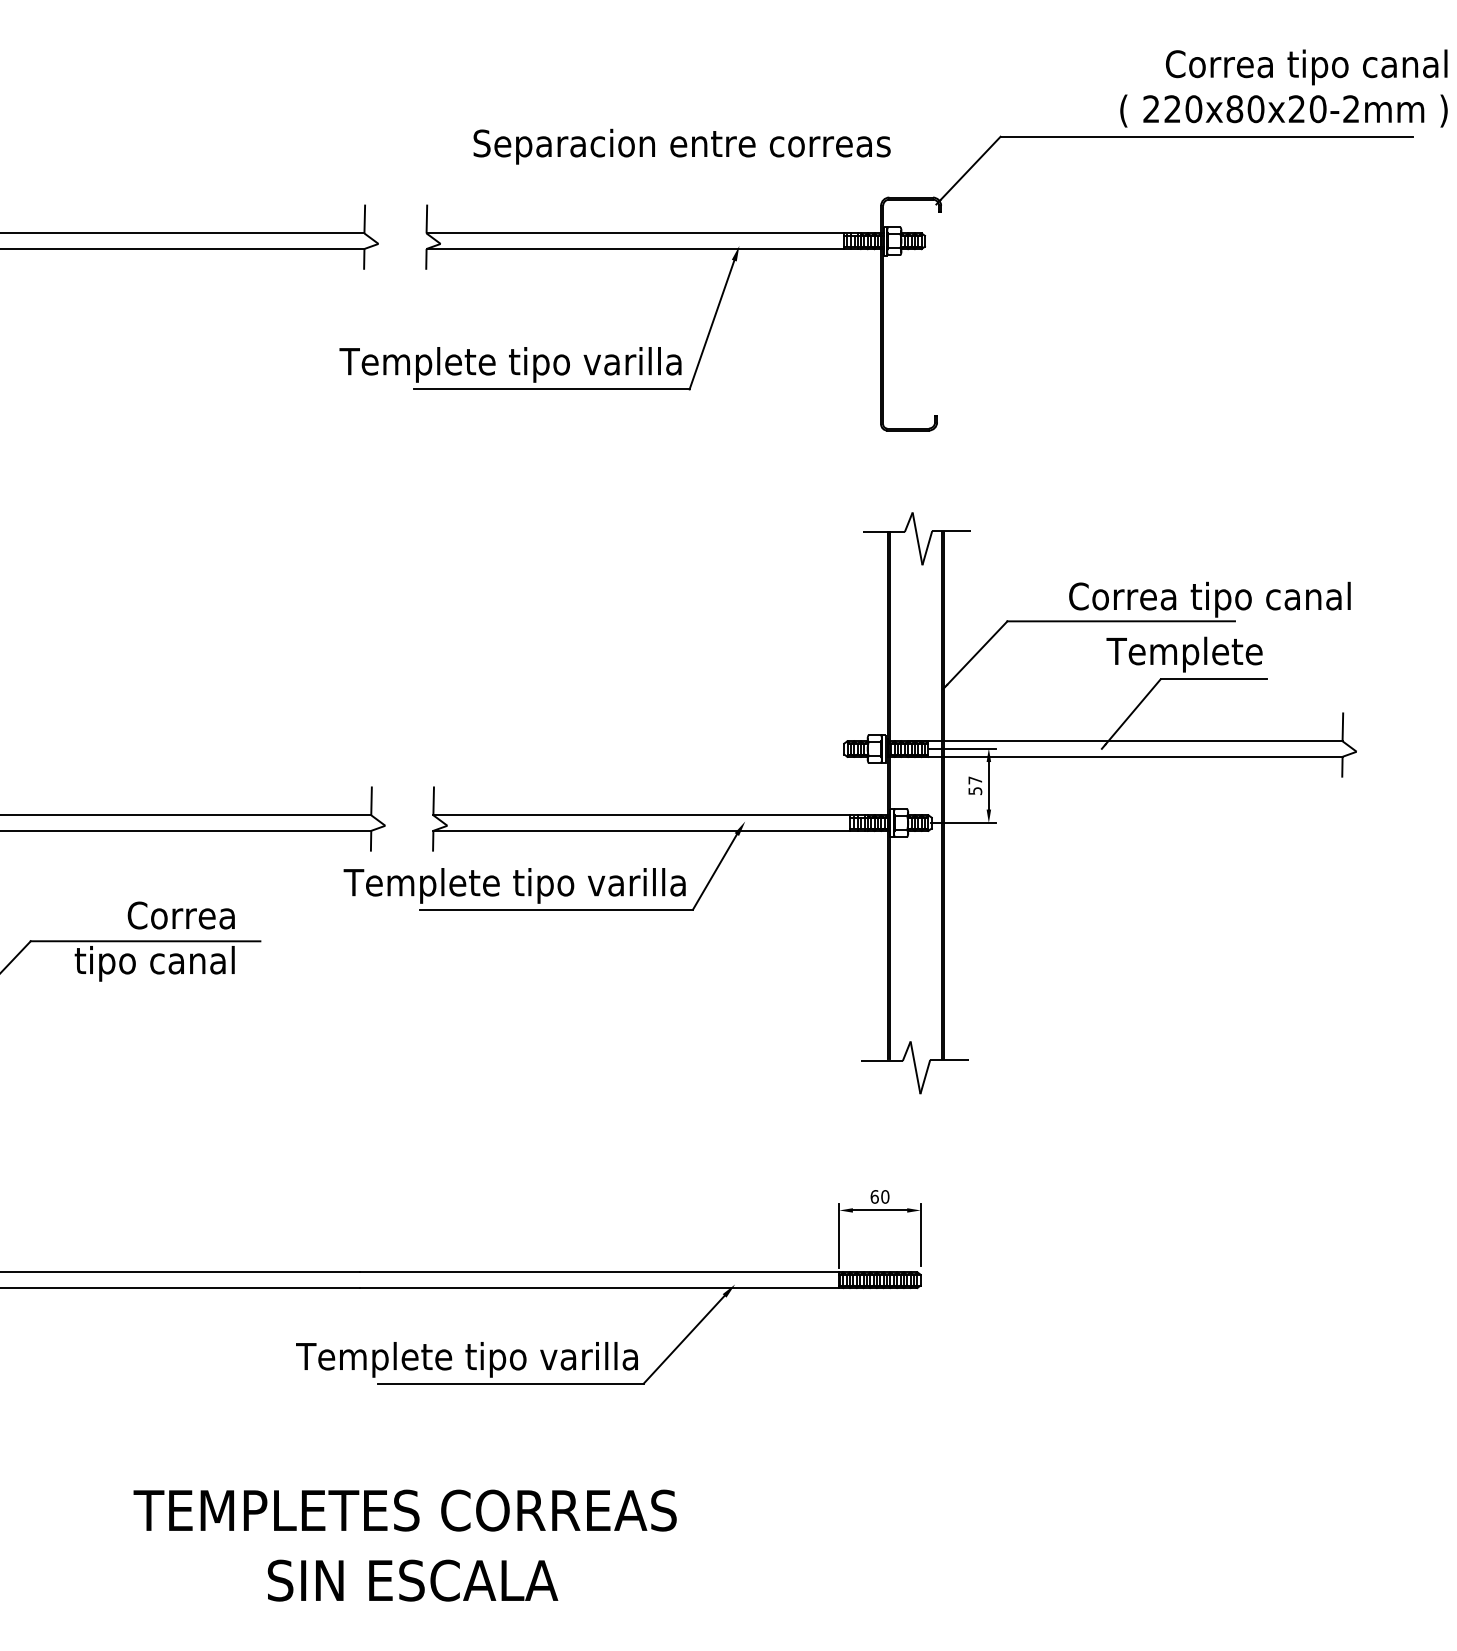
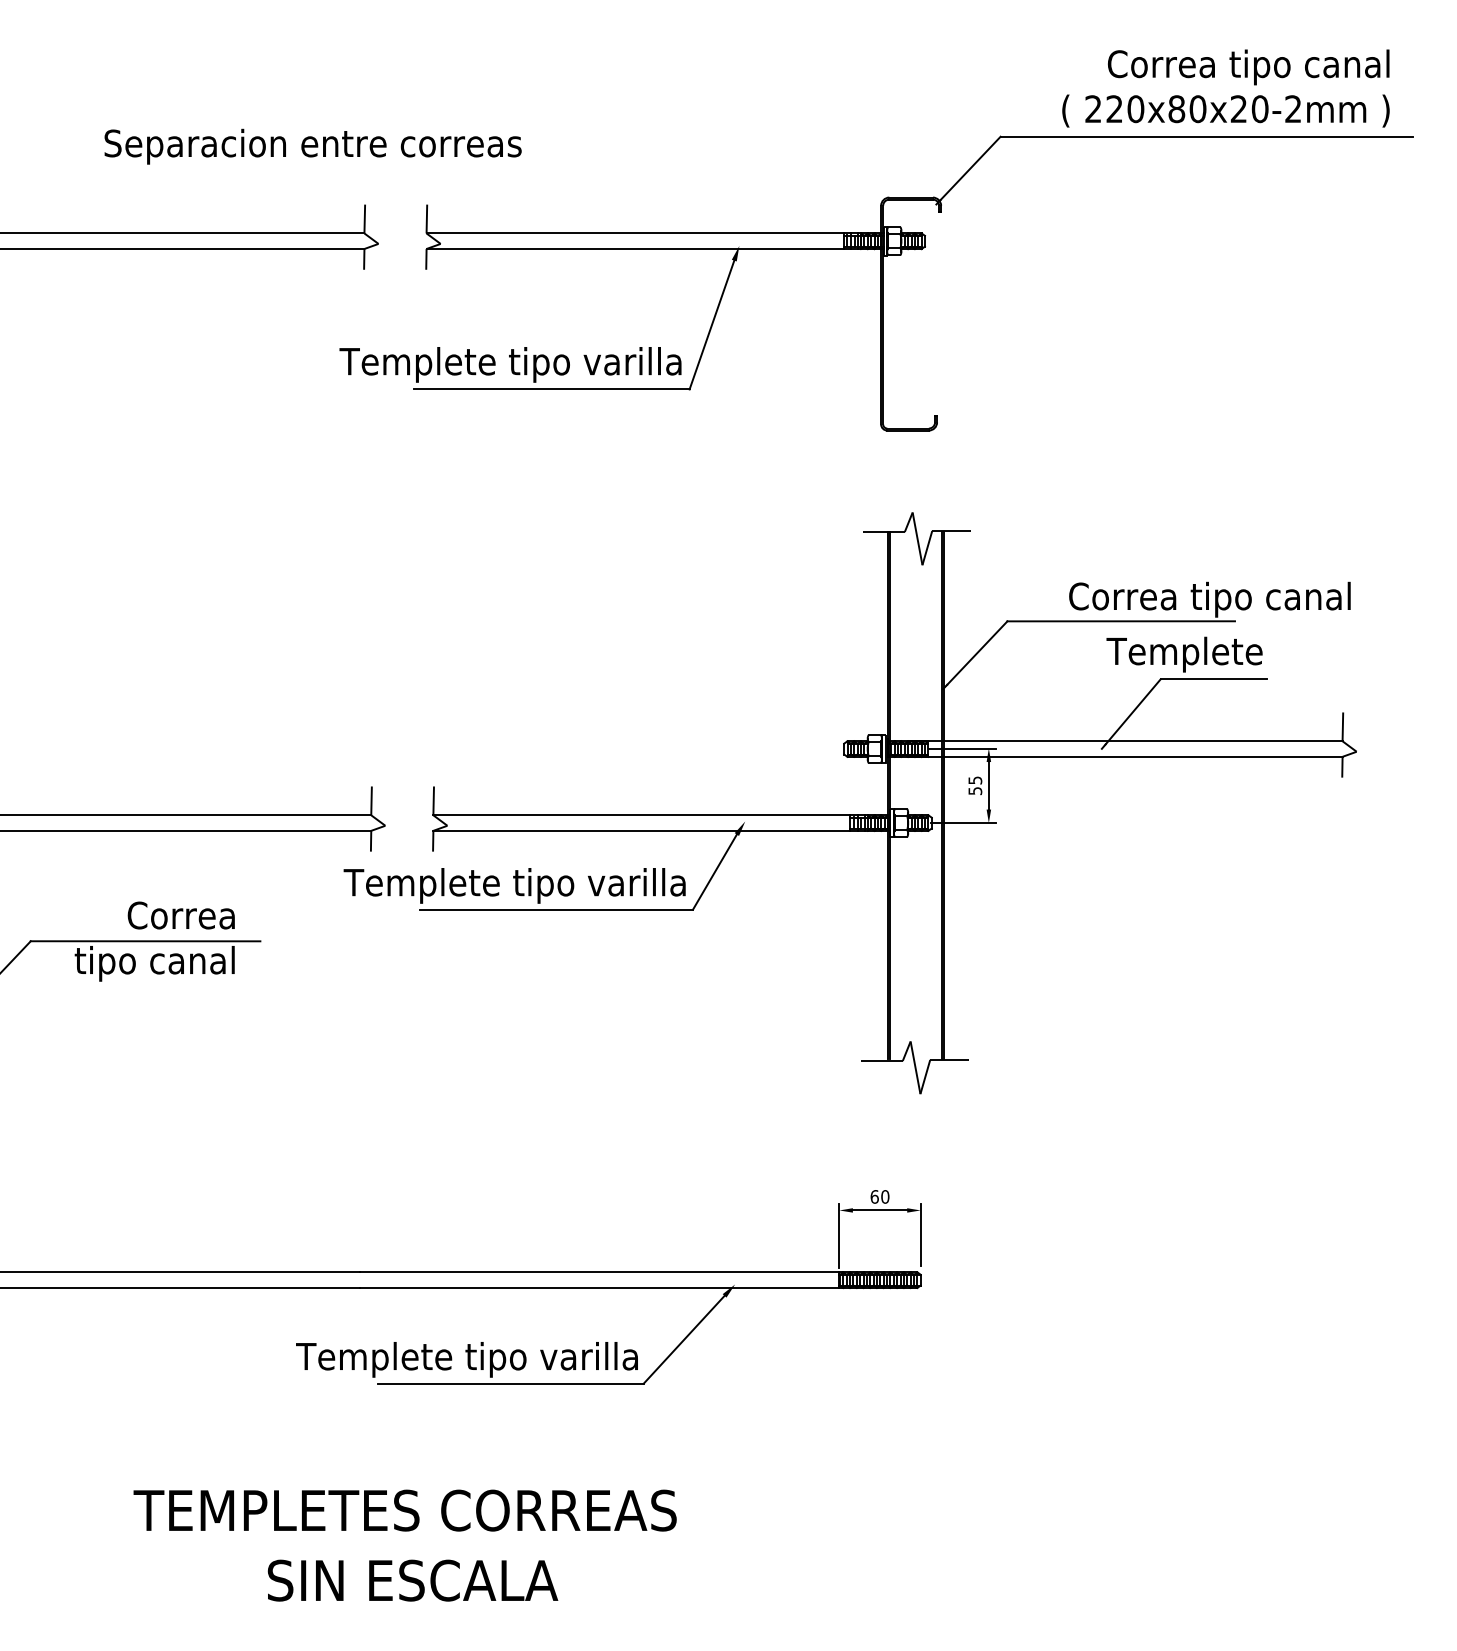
text at (1283, 88) position: (1283, 88) -> (1225, 88)
text at (681, 146) position: (681, 146) -> (312, 146)
text at (975, 780): 57 -> 55
